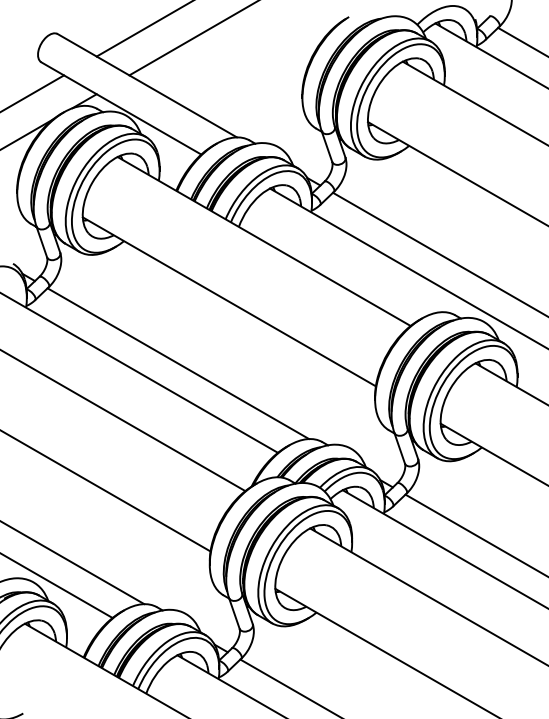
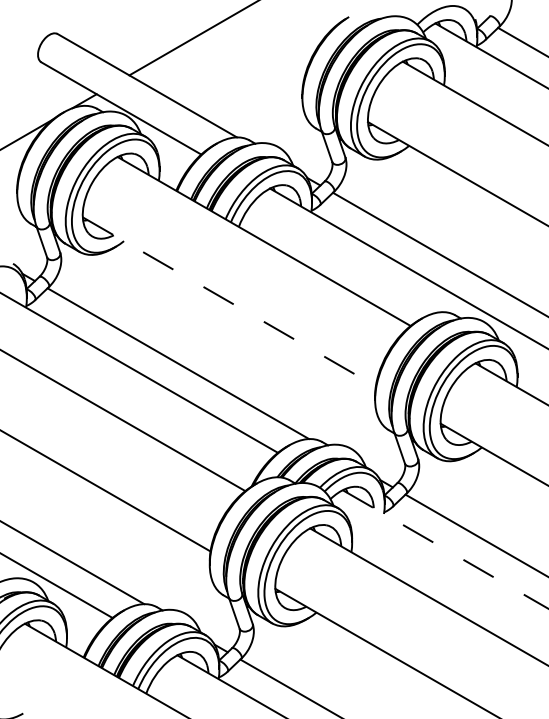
line at (143, 29): present -> none
line at (33, 93): present -> none
line at (229, 302): solid -> dashed
line at (445, 549): solid -> dashed
